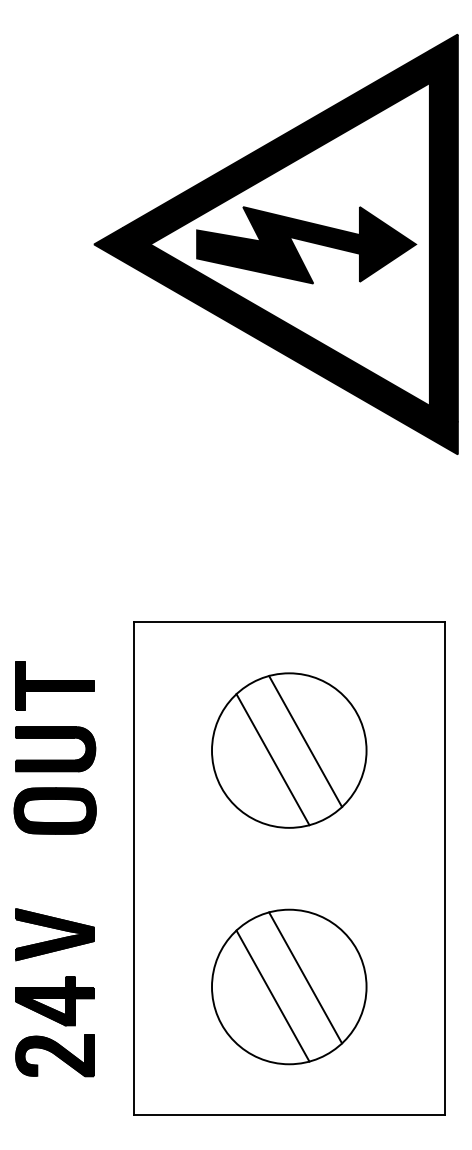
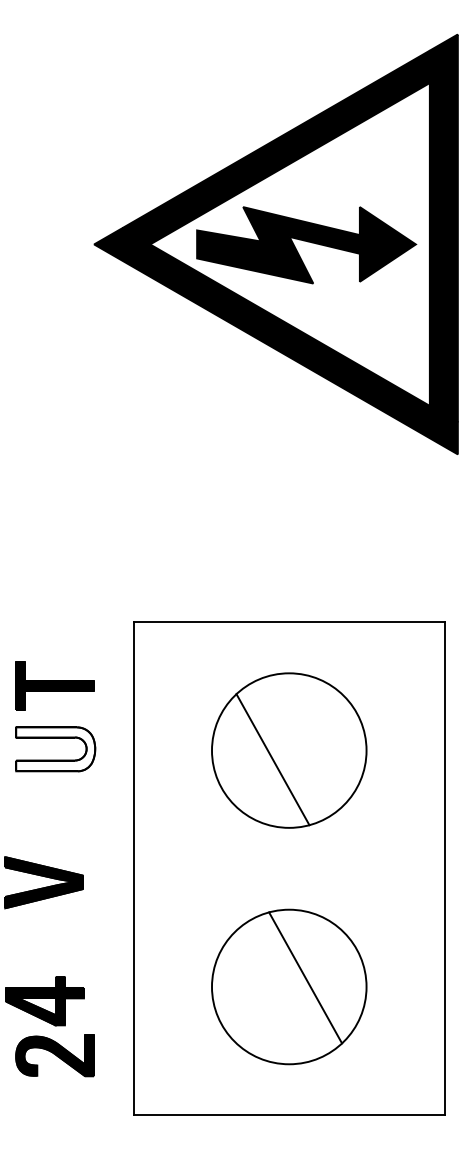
line at (305, 741): present -> none
fill at (55, 749): present -> none
part at (54, 810): present -> none
part at (54, 934) position: (54, 934) -> (43, 882)
line at (272, 995): present -> none
part at (54, 1001) position: (54, 1001) -> (44, 1001)
